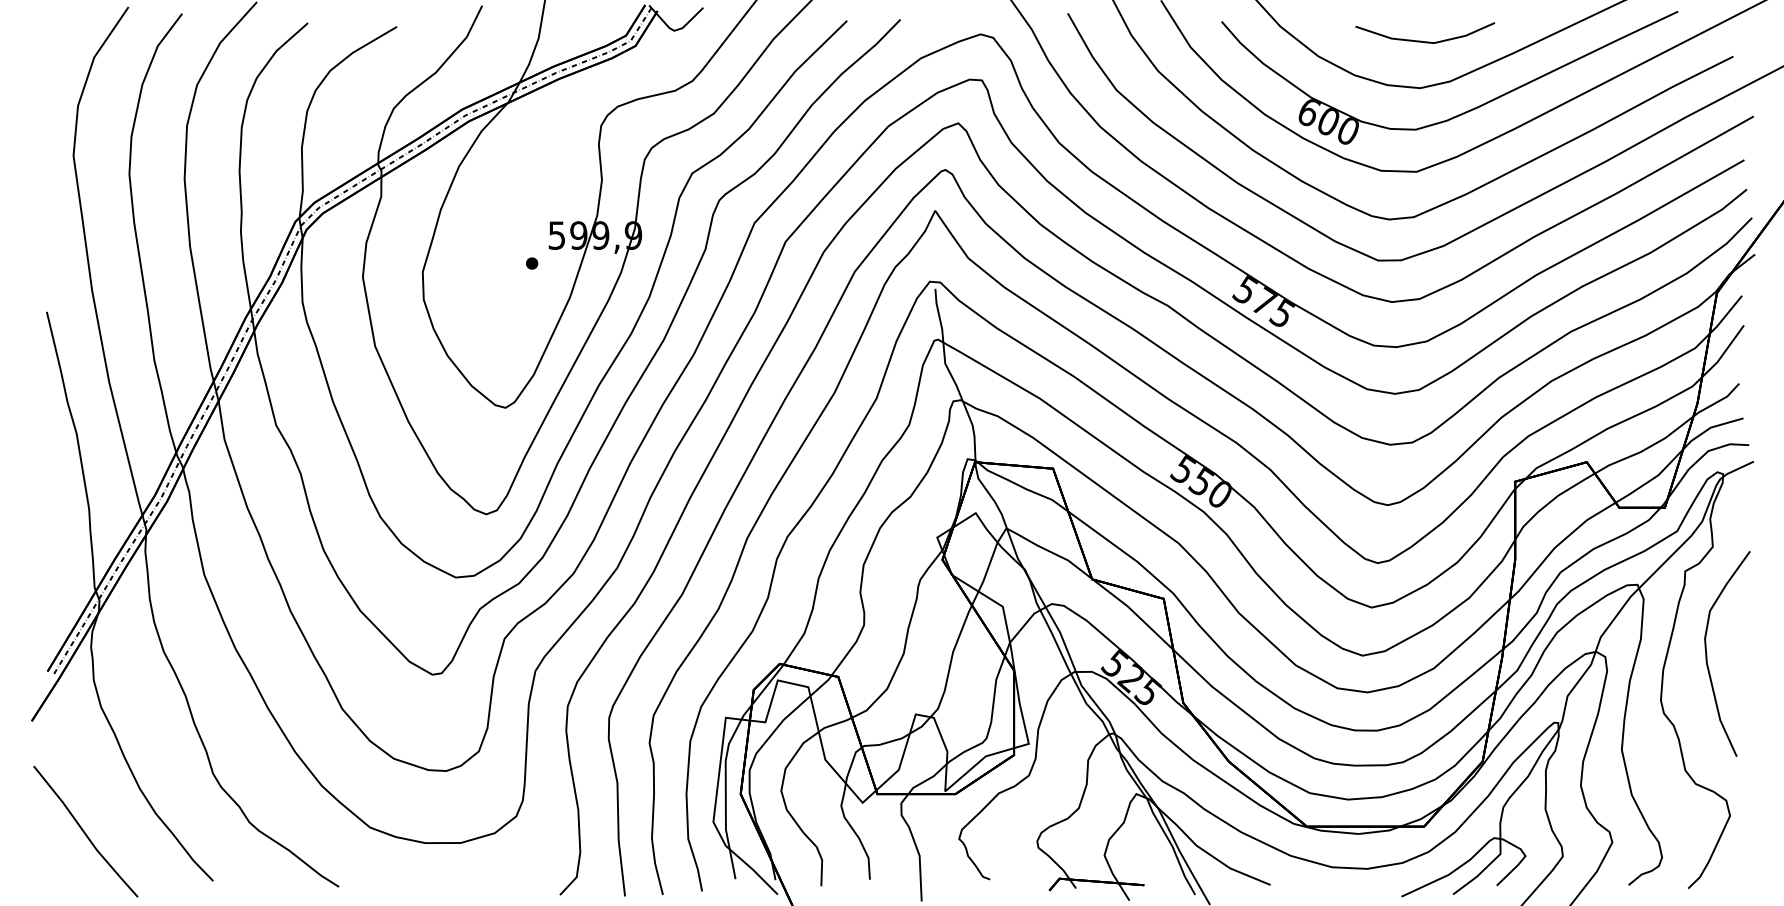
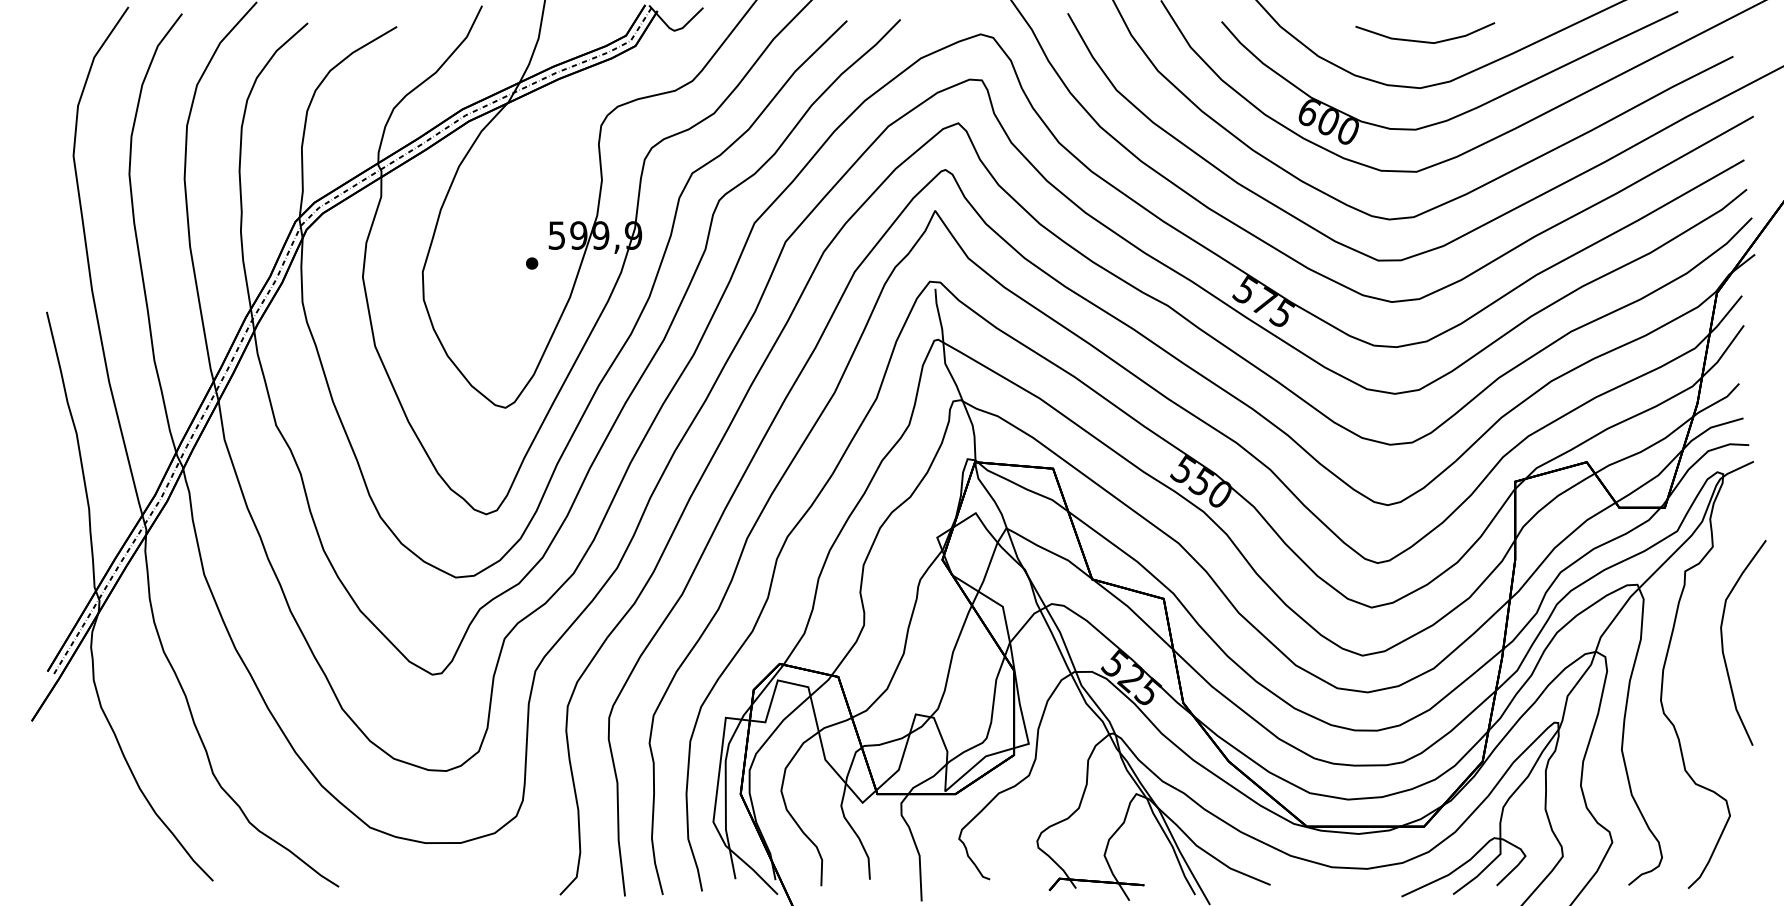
curve at (1707, 653) position: (1707, 653) -> (1723, 642)
line at (84, 831): present -> none
